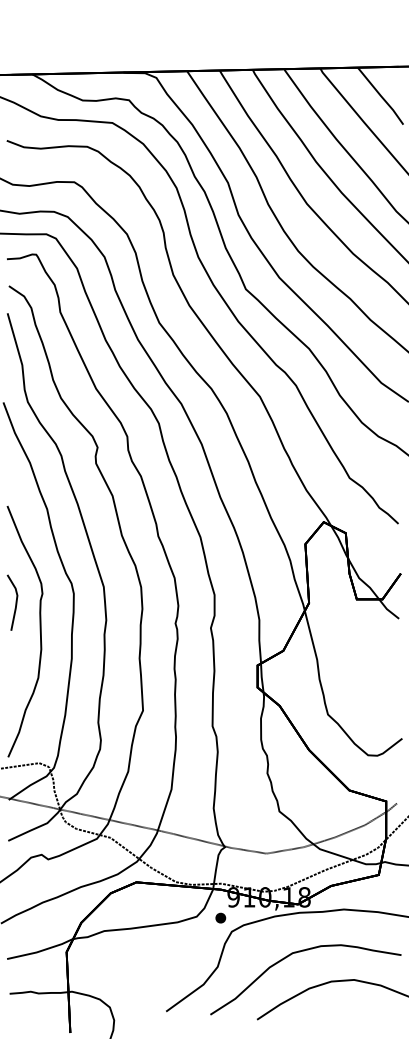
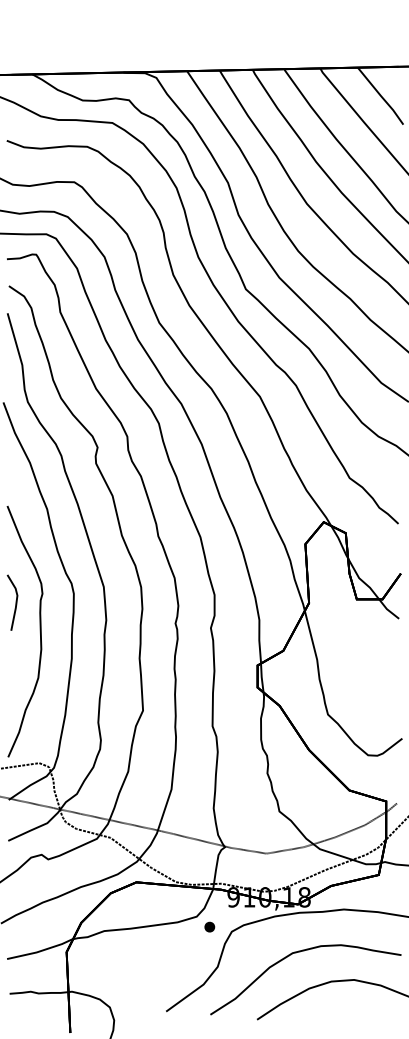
part at (220, 917) position: (220, 917) -> (209, 926)
